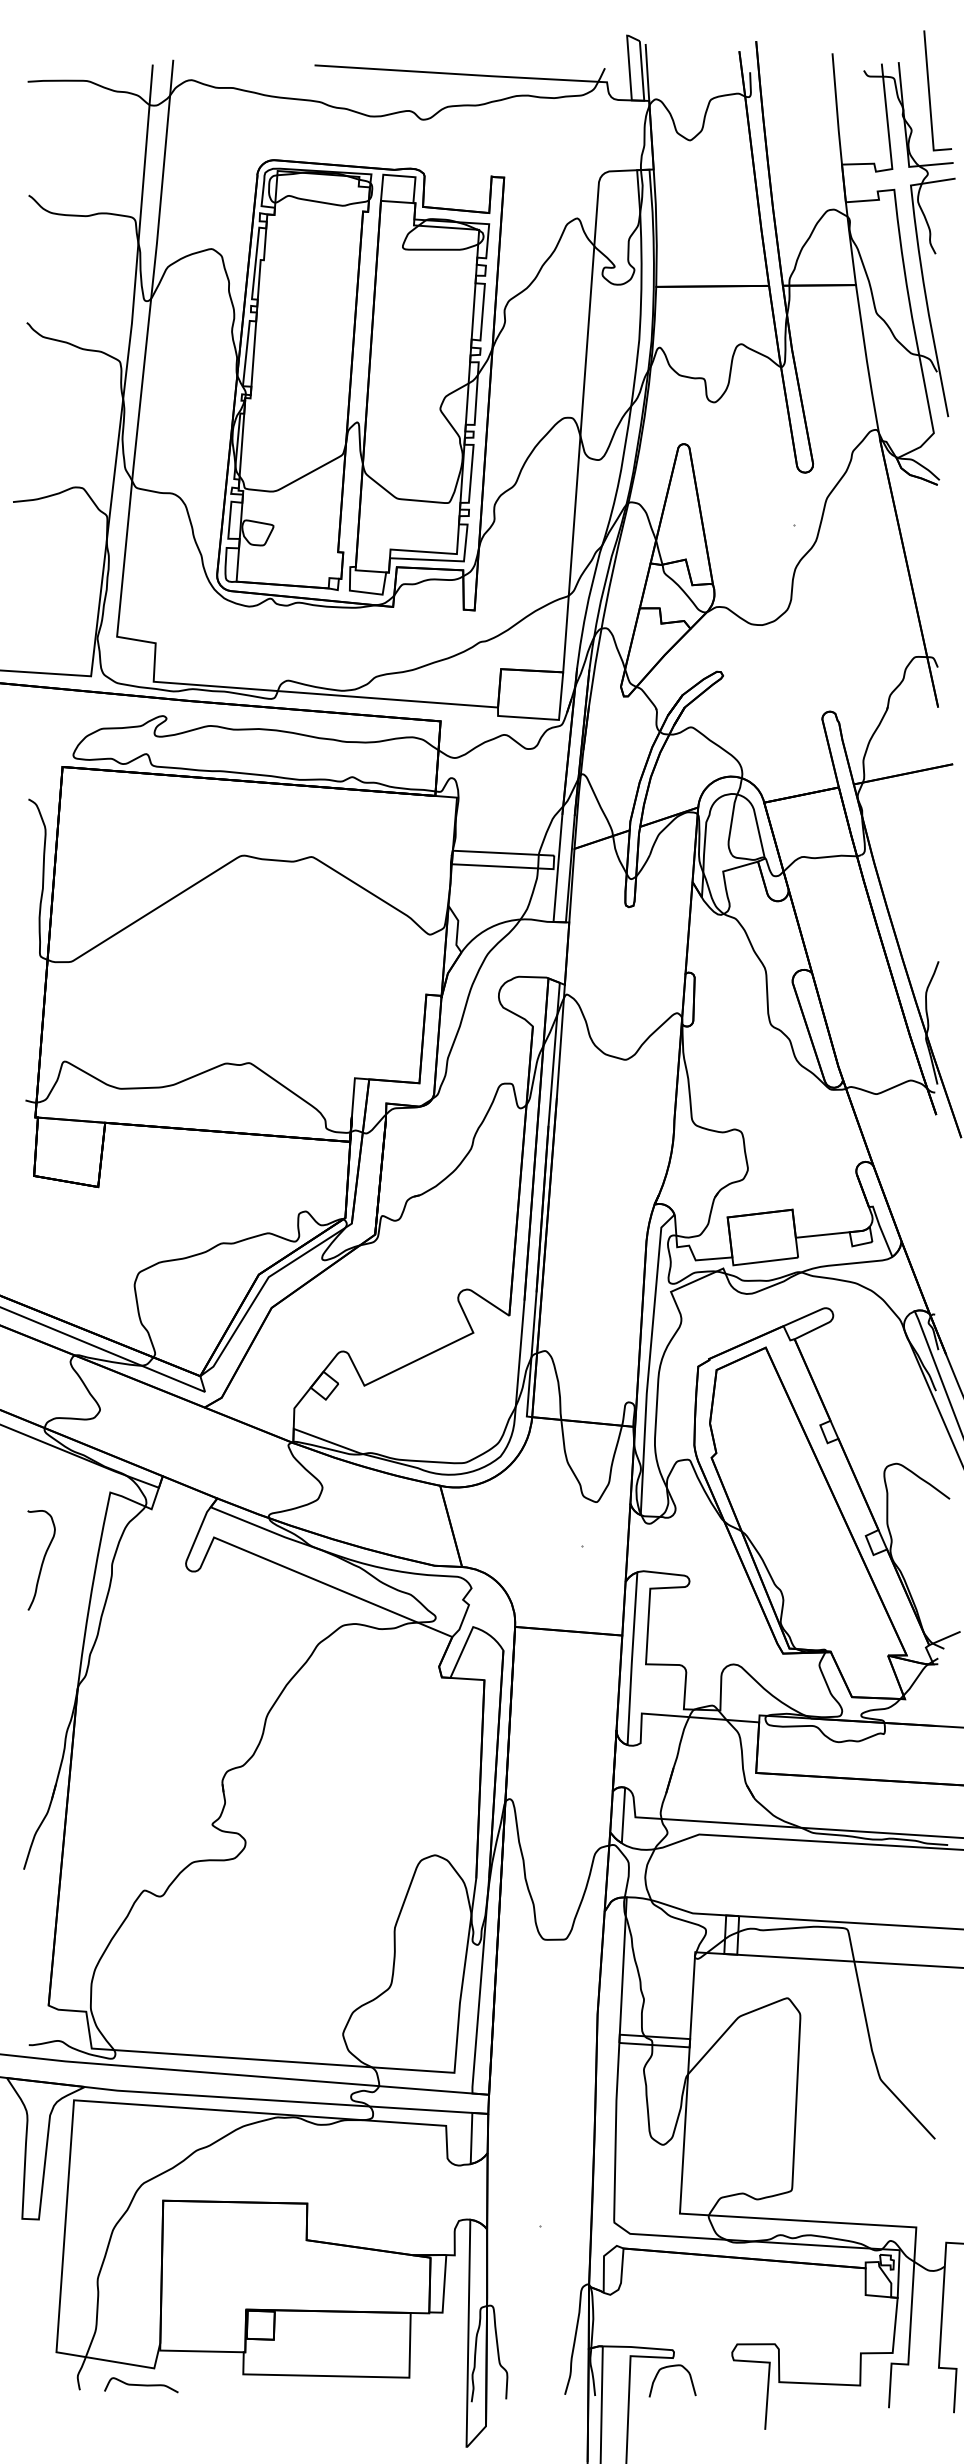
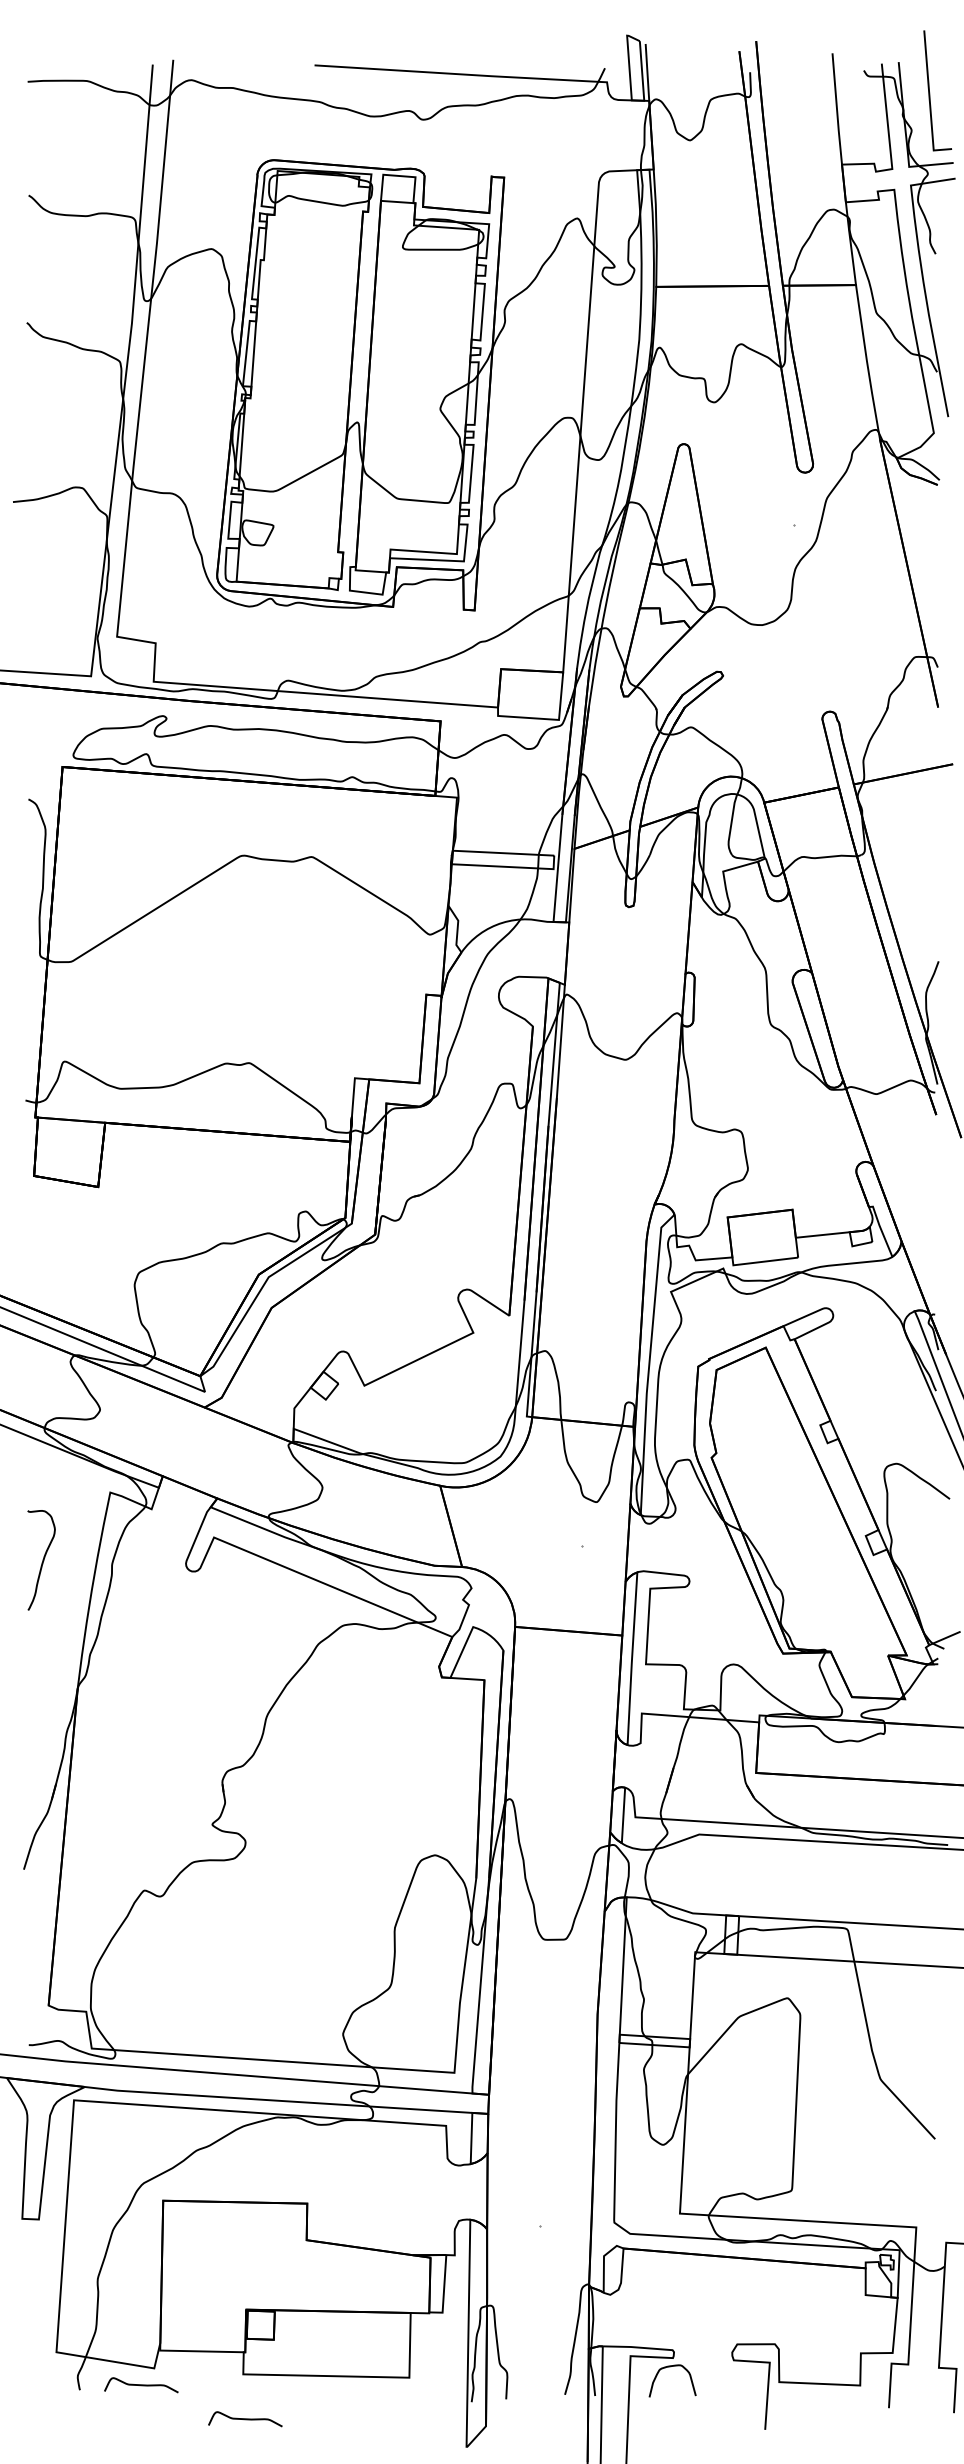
curve at (245, 2419): none -> present
